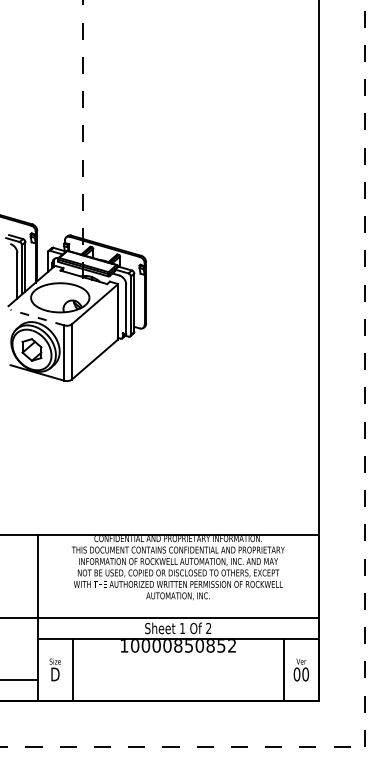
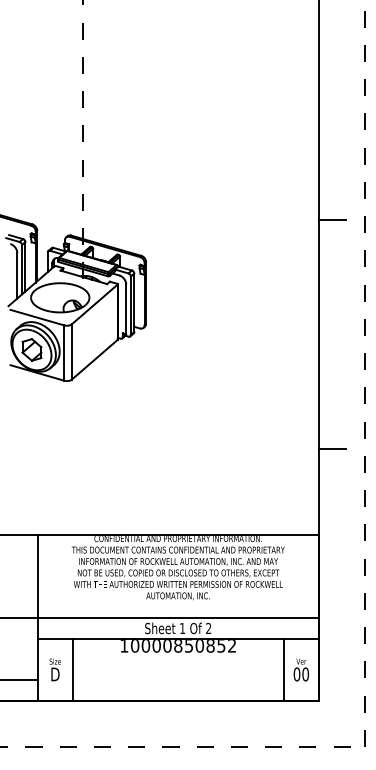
line at (332, 220): none -> present
line at (37, 317): dashed -> solid
line at (332, 449): none -> present
